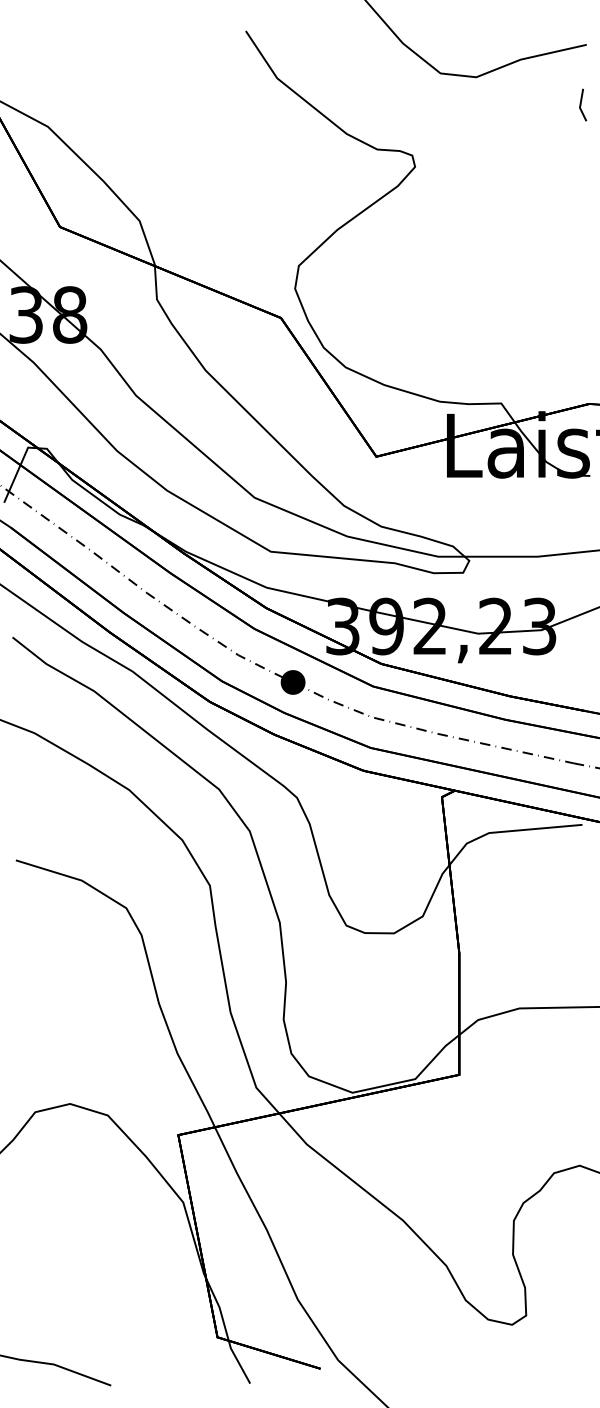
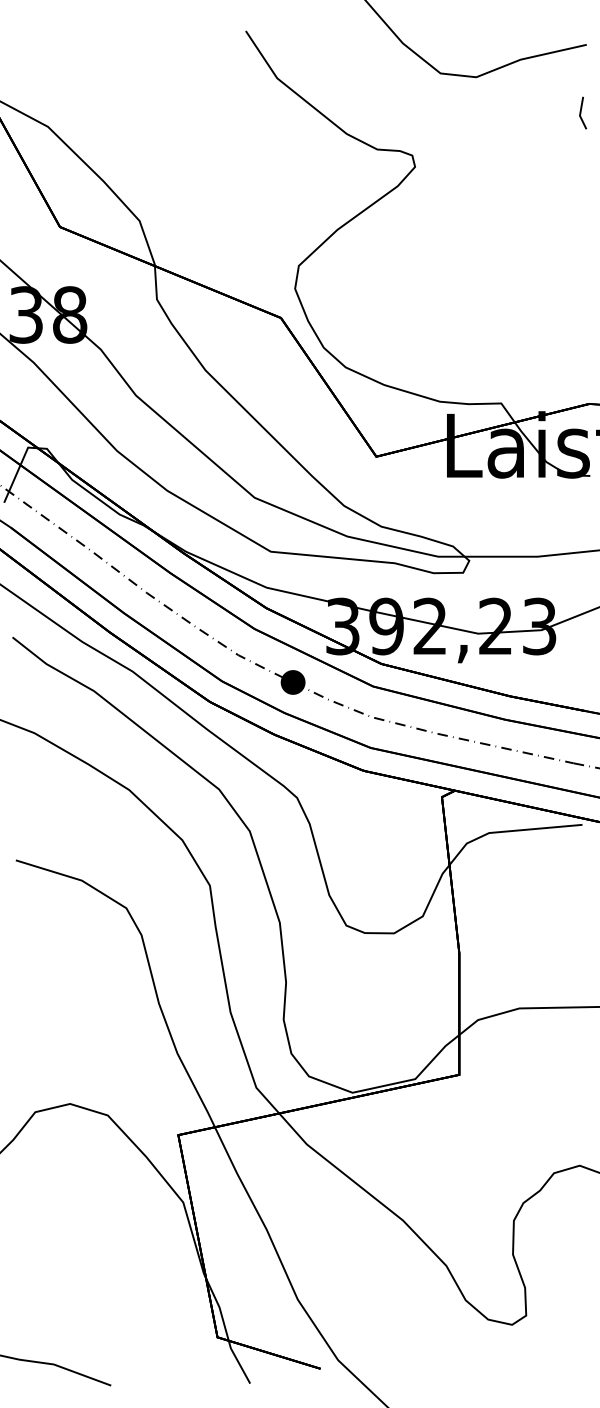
line at (581, 104) position: (581, 104) -> (581, 112)
